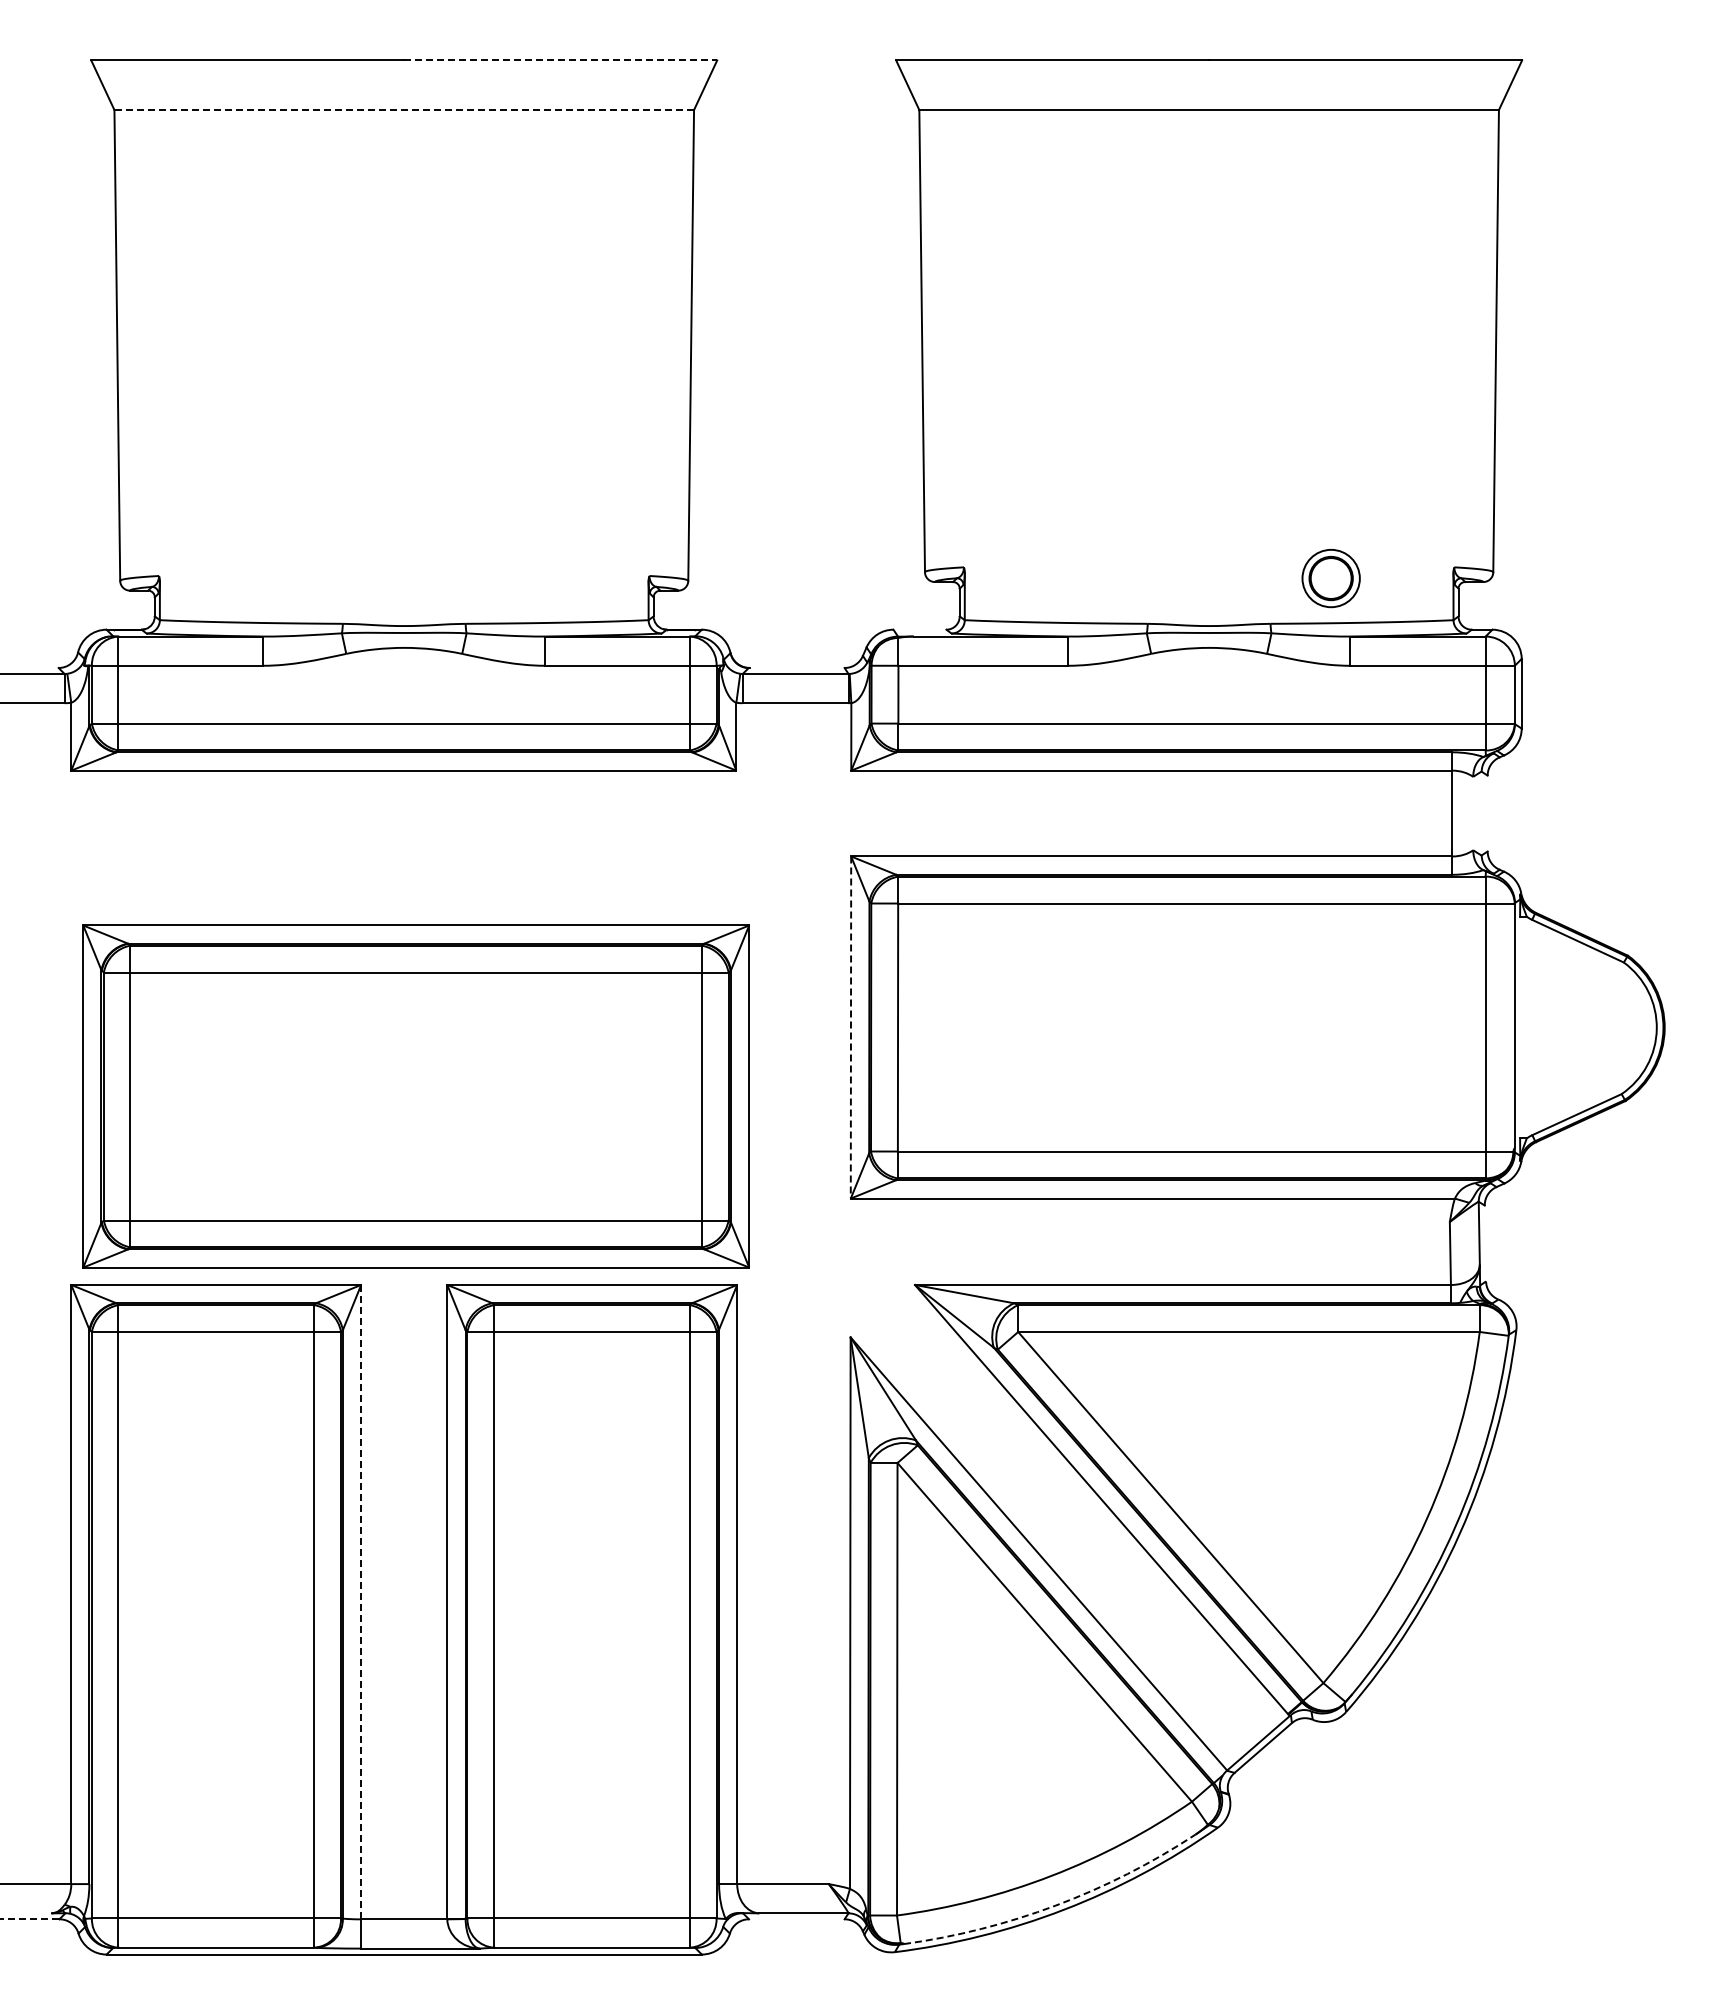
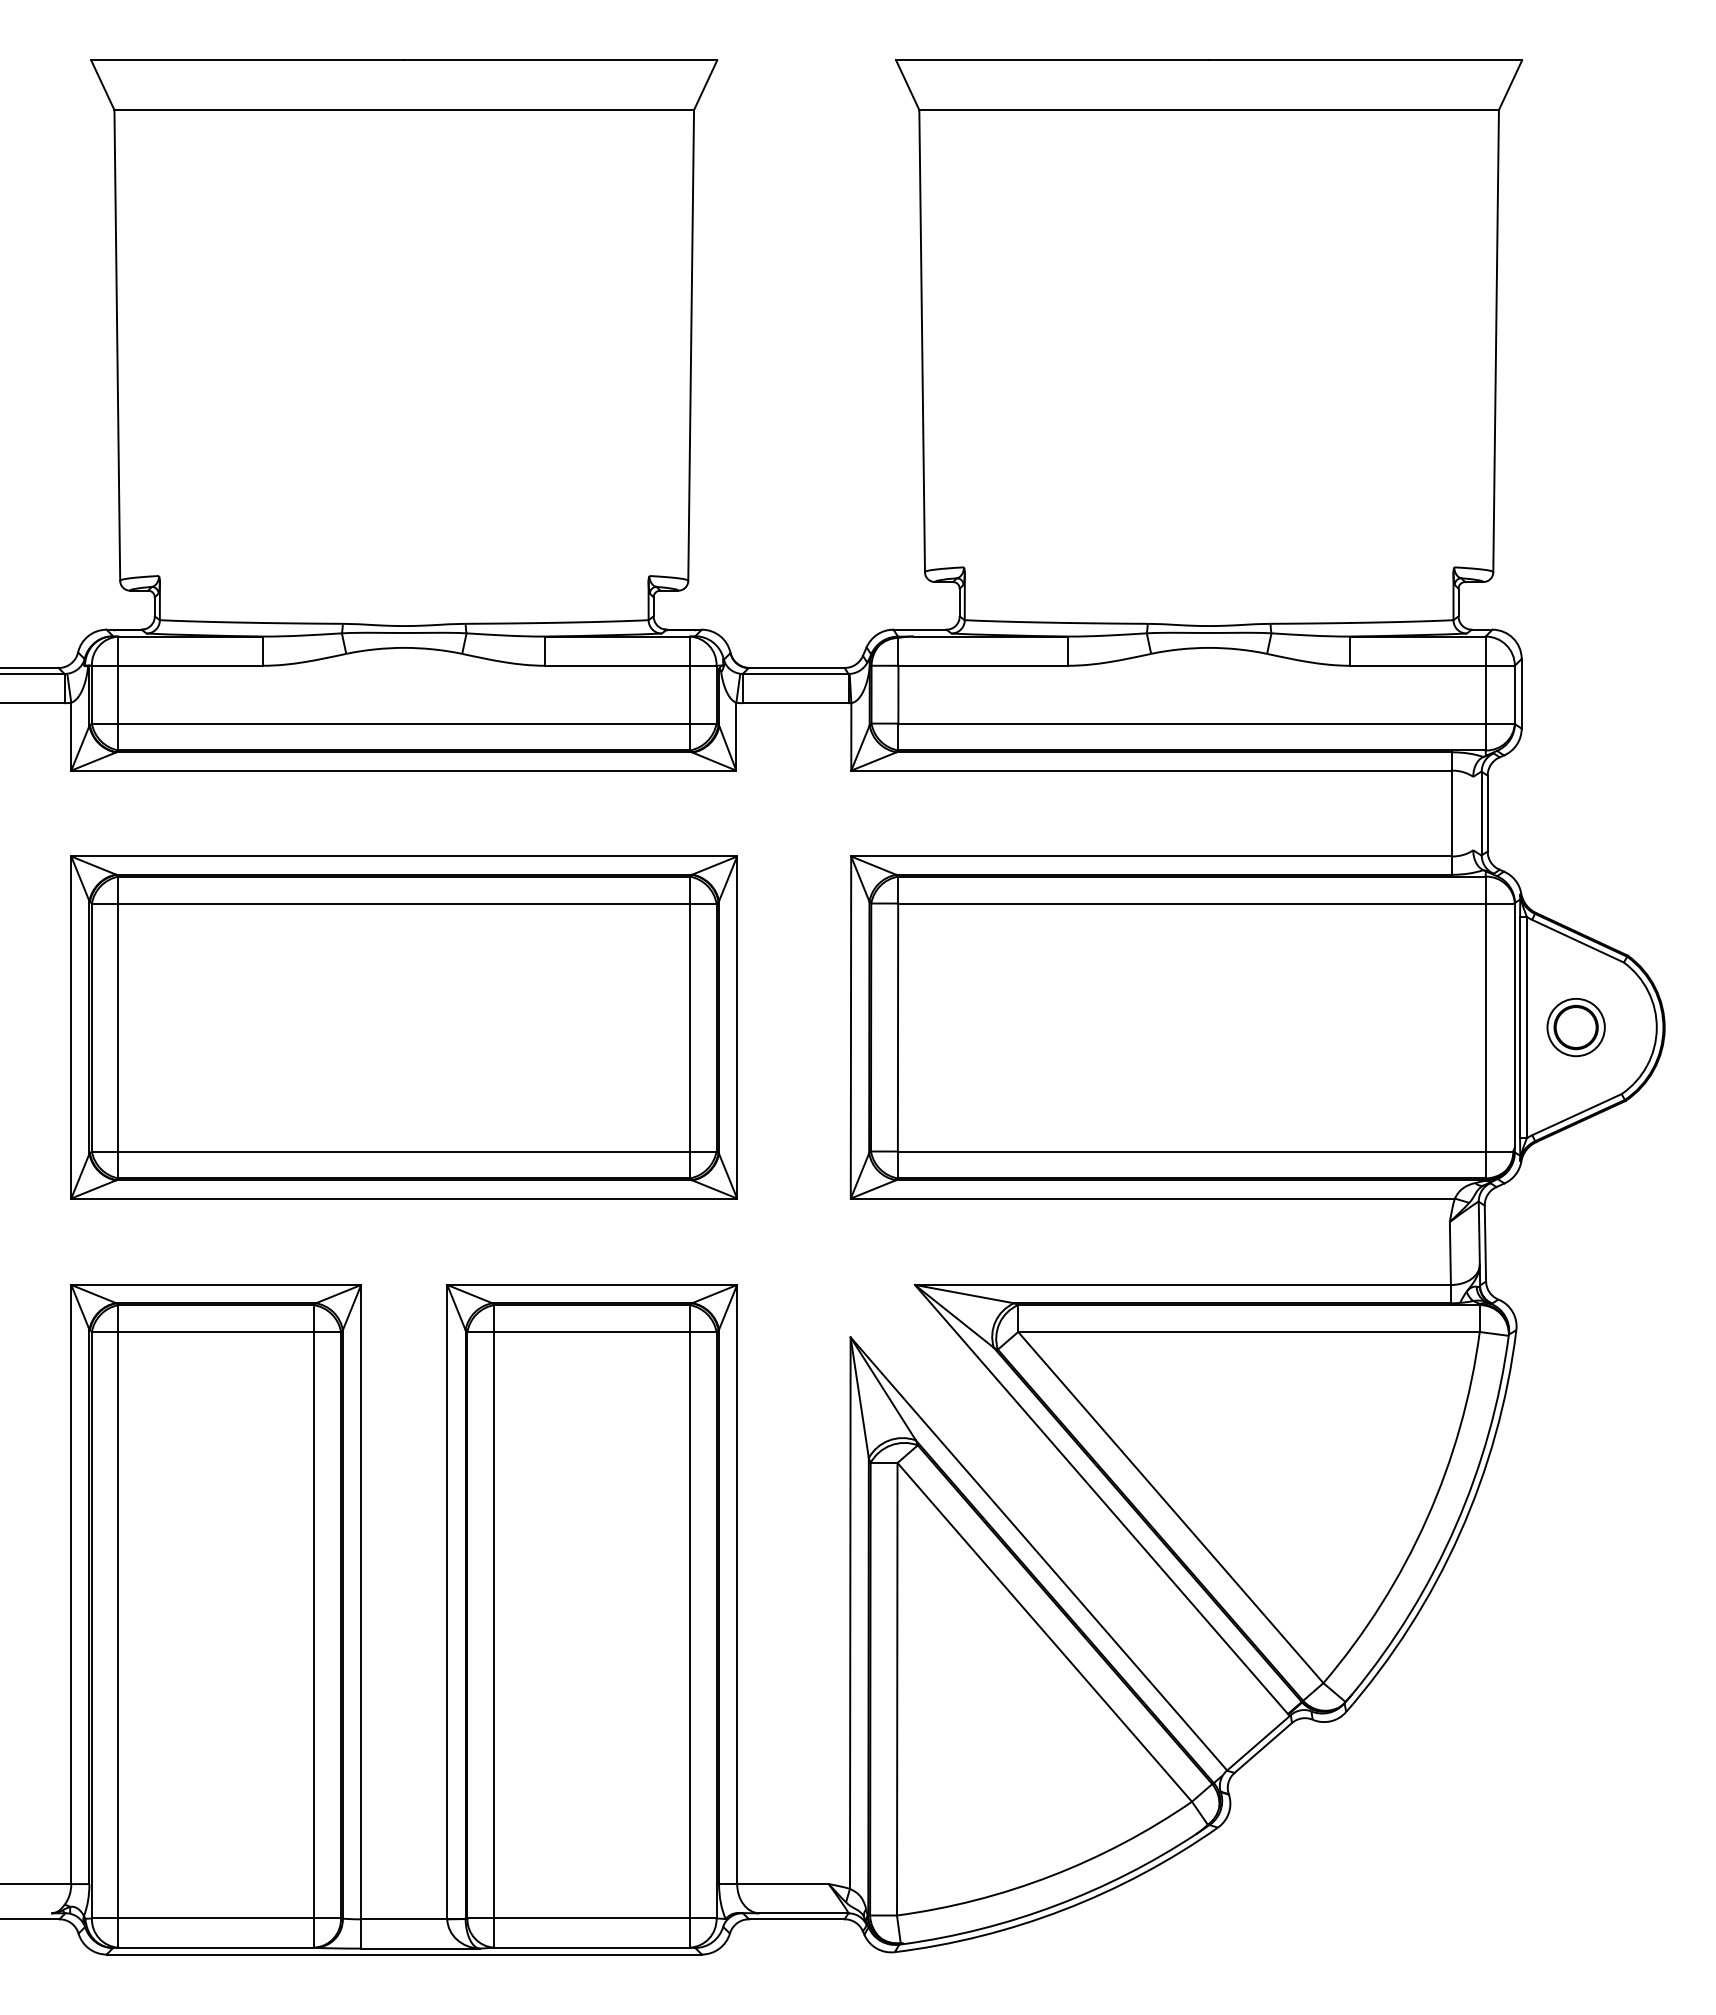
line at (561, 60): dashed -> solid
line at (404, 110): dashed -> solid
part at (1330, 578) position: (1330, 578) -> (1575, 1027)
line at (919, 629): none -> present
line at (30, 668): none -> present
line at (796, 668): none -> present
line at (1481, 813): none -> present
line at (1487, 813): none -> present
line at (1520, 1027): none -> present
line at (1526, 1027): none -> present
line at (850, 1028): dashed -> solid
part at (415, 1096) position: (415, 1096) -> (403, 1027)
line at (1485, 1243): none -> present
line at (361, 1601): dashed -> solid
arc at (1055, 1905): dashed -> solid
line at (30, 1919): dashed -> solid
line at (796, 1919): none -> present
